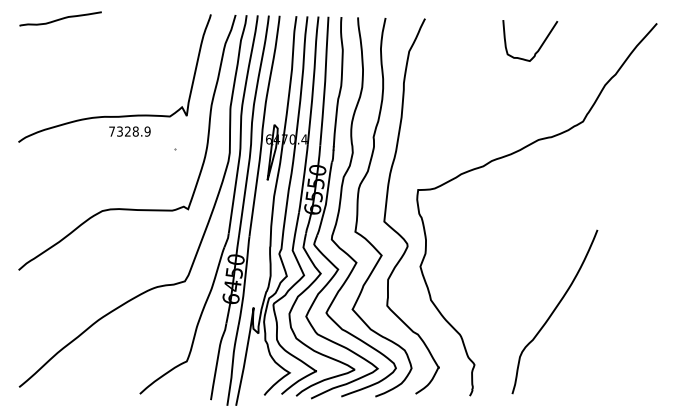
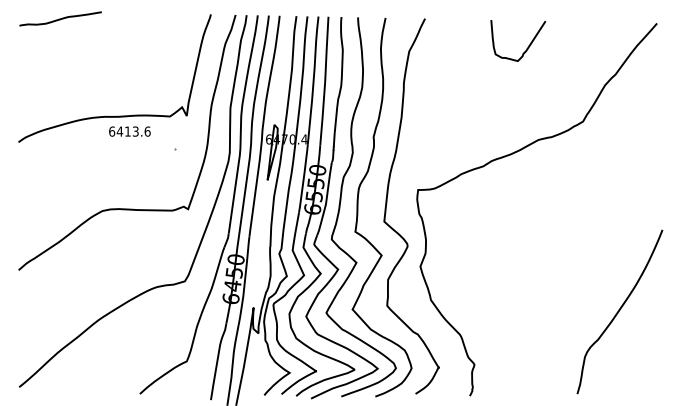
curve at (540, 45) position: (540, 45) -> (528, 45)
text at (129, 131): 7328.9 -> 6413.6
curve at (554, 311) position: (554, 311) -> (619, 311)
